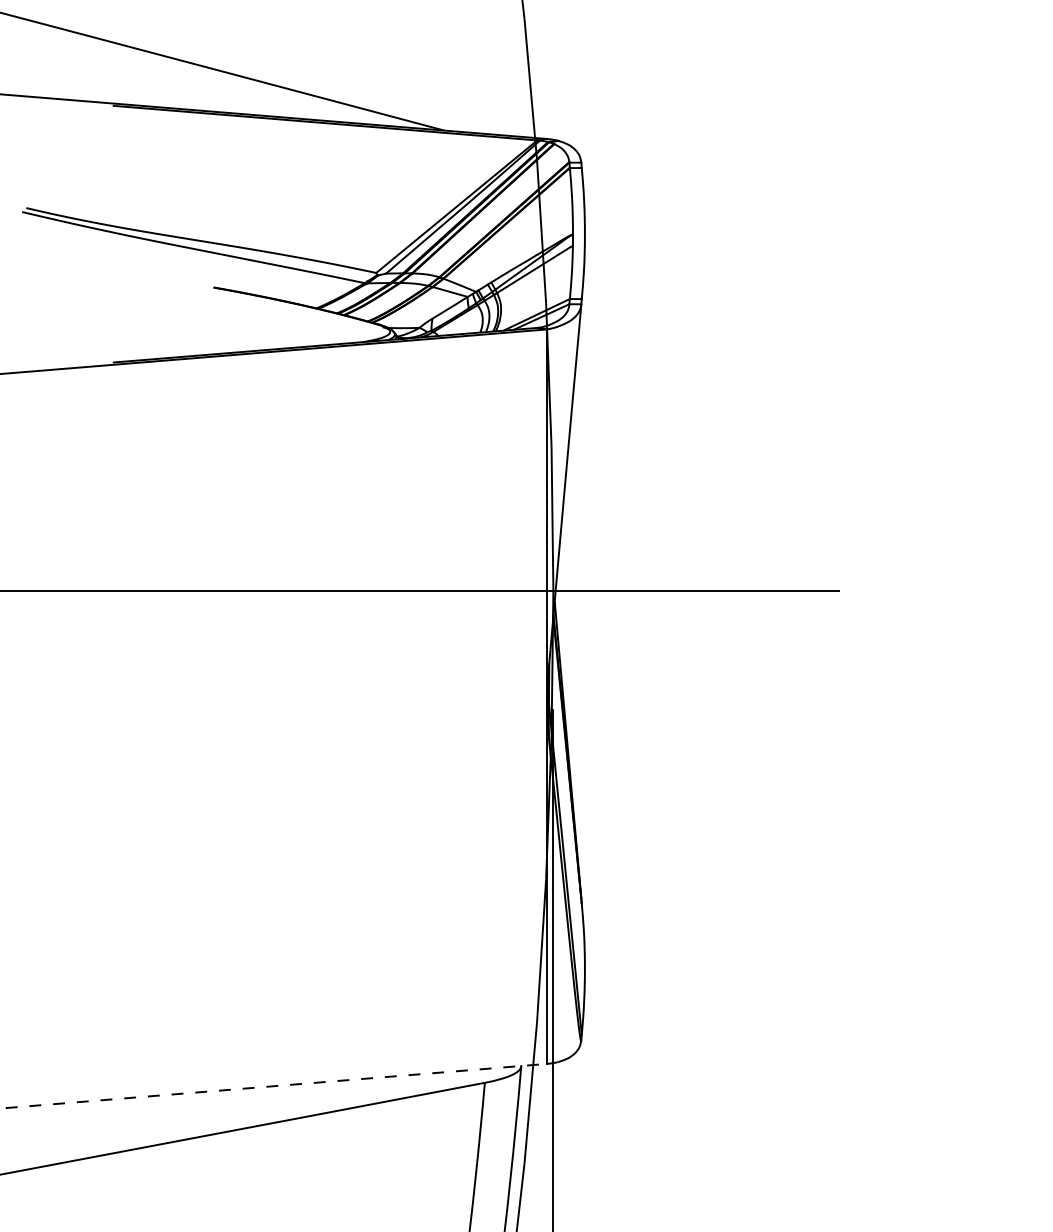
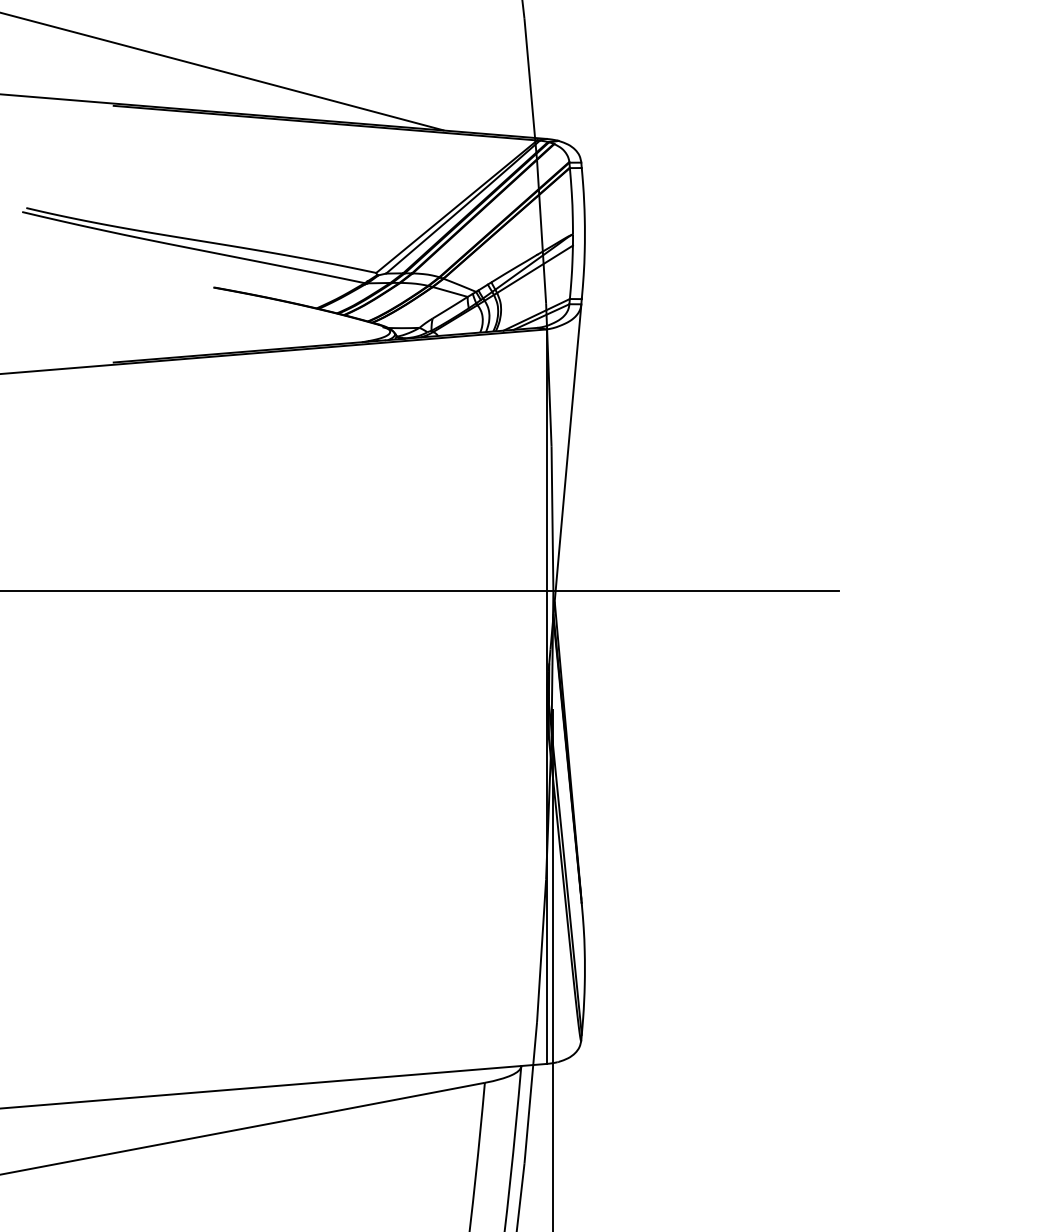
line at (273, 1086): dashed -> solid
